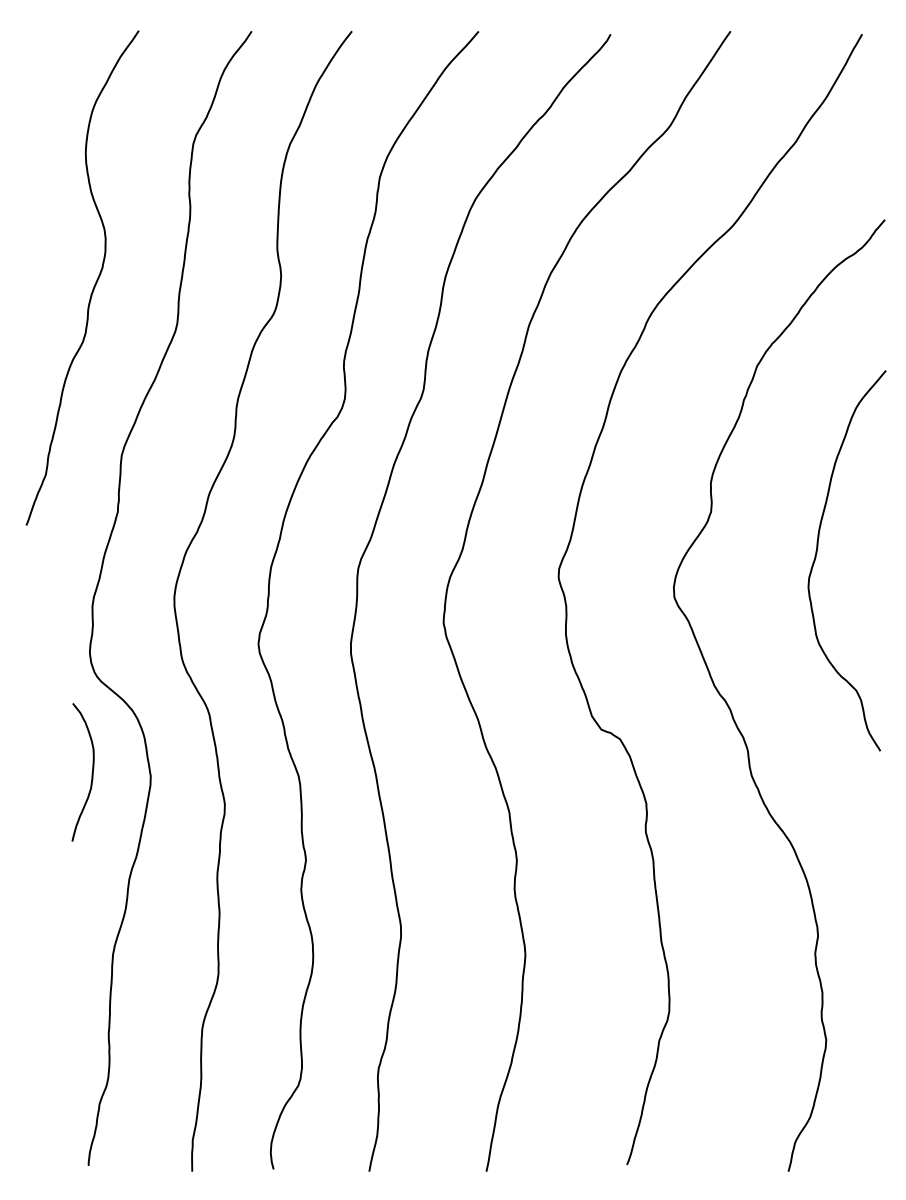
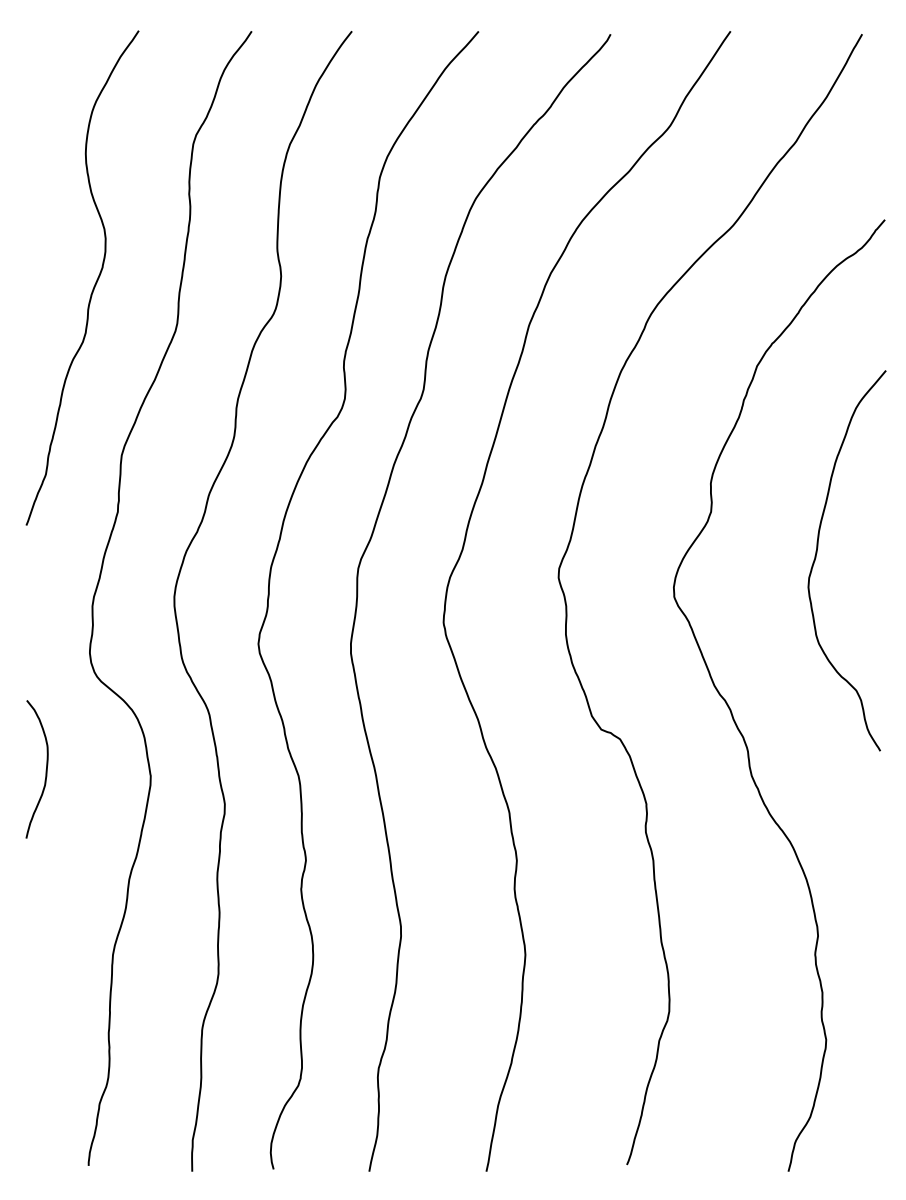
curve at (91, 773) position: (91, 773) -> (45, 770)
